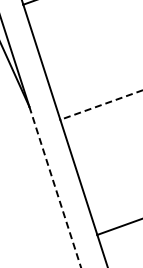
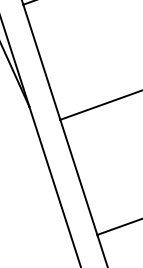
line at (100, 105): dashed -> solid
line at (55, 187): dashed -> solid
